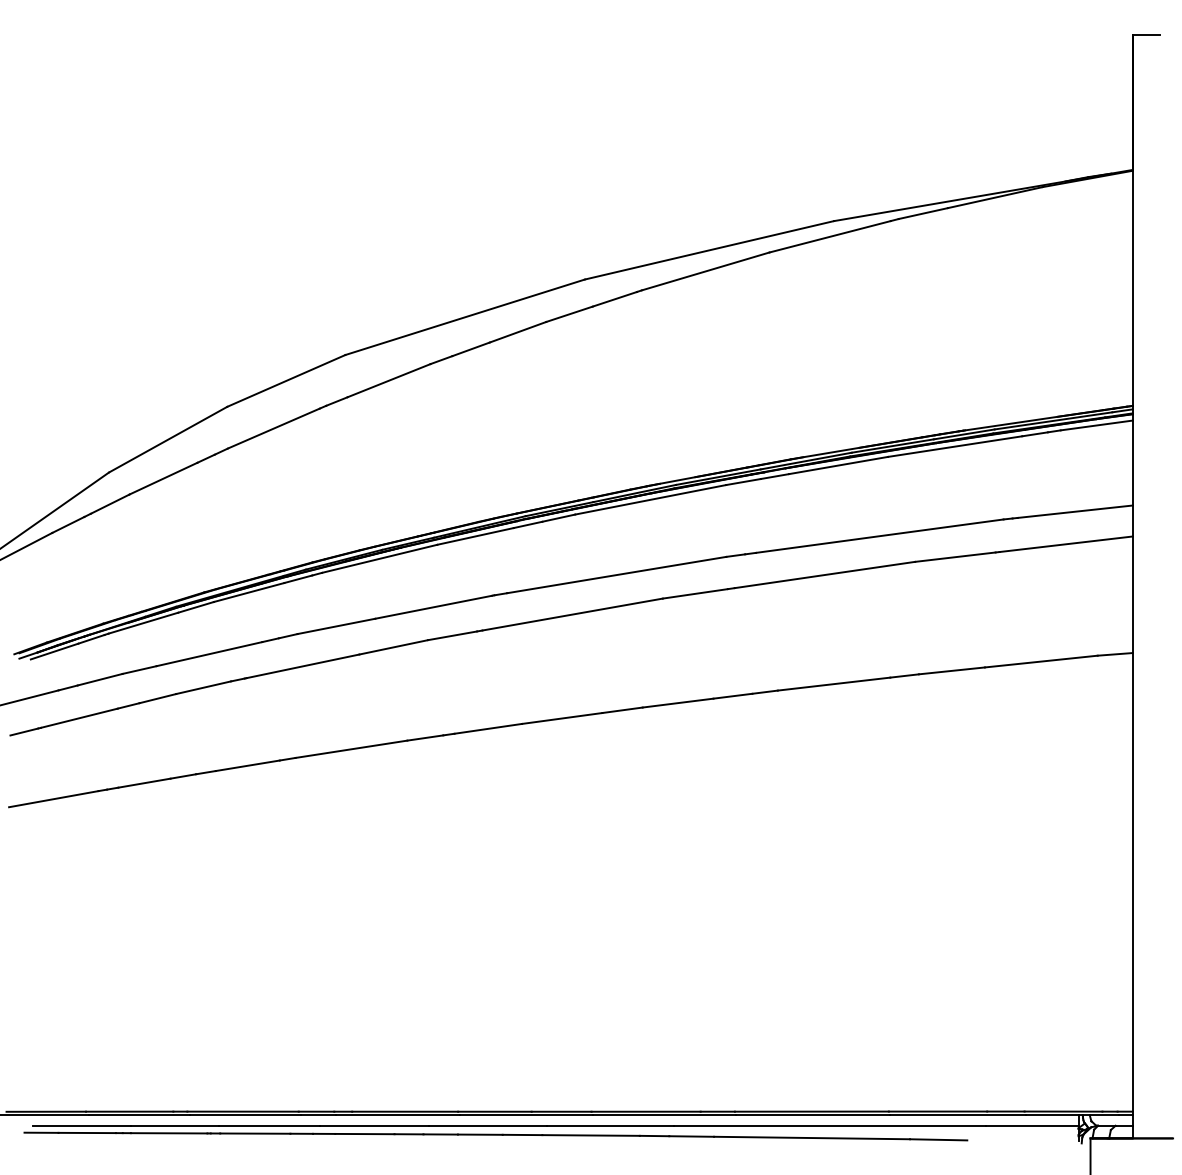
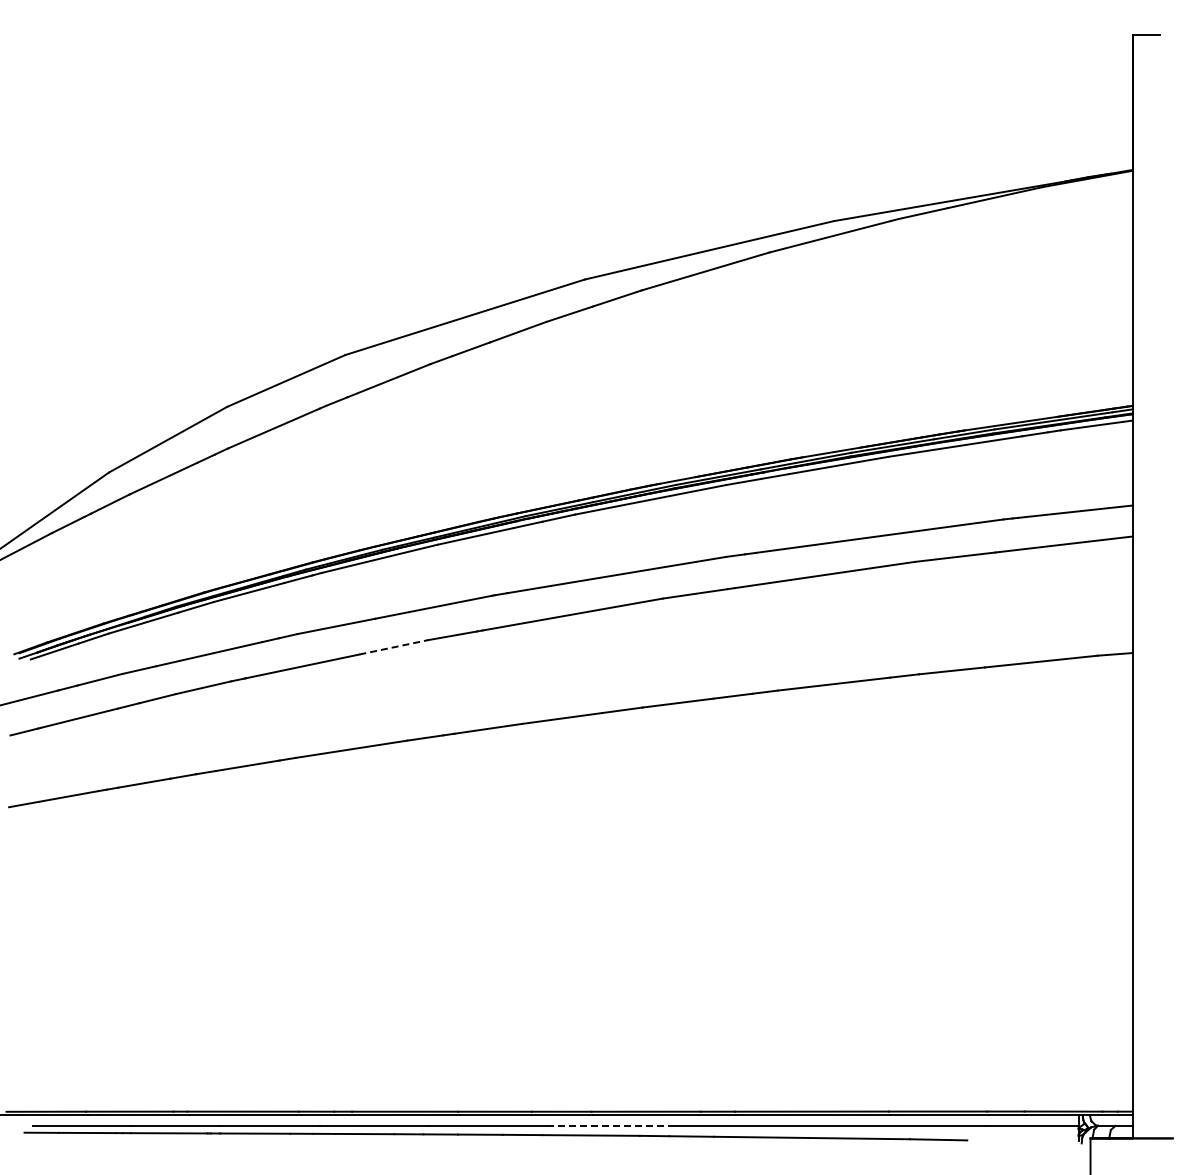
line at (394, 647): solid -> dashed
line at (611, 1125): solid -> dashed
